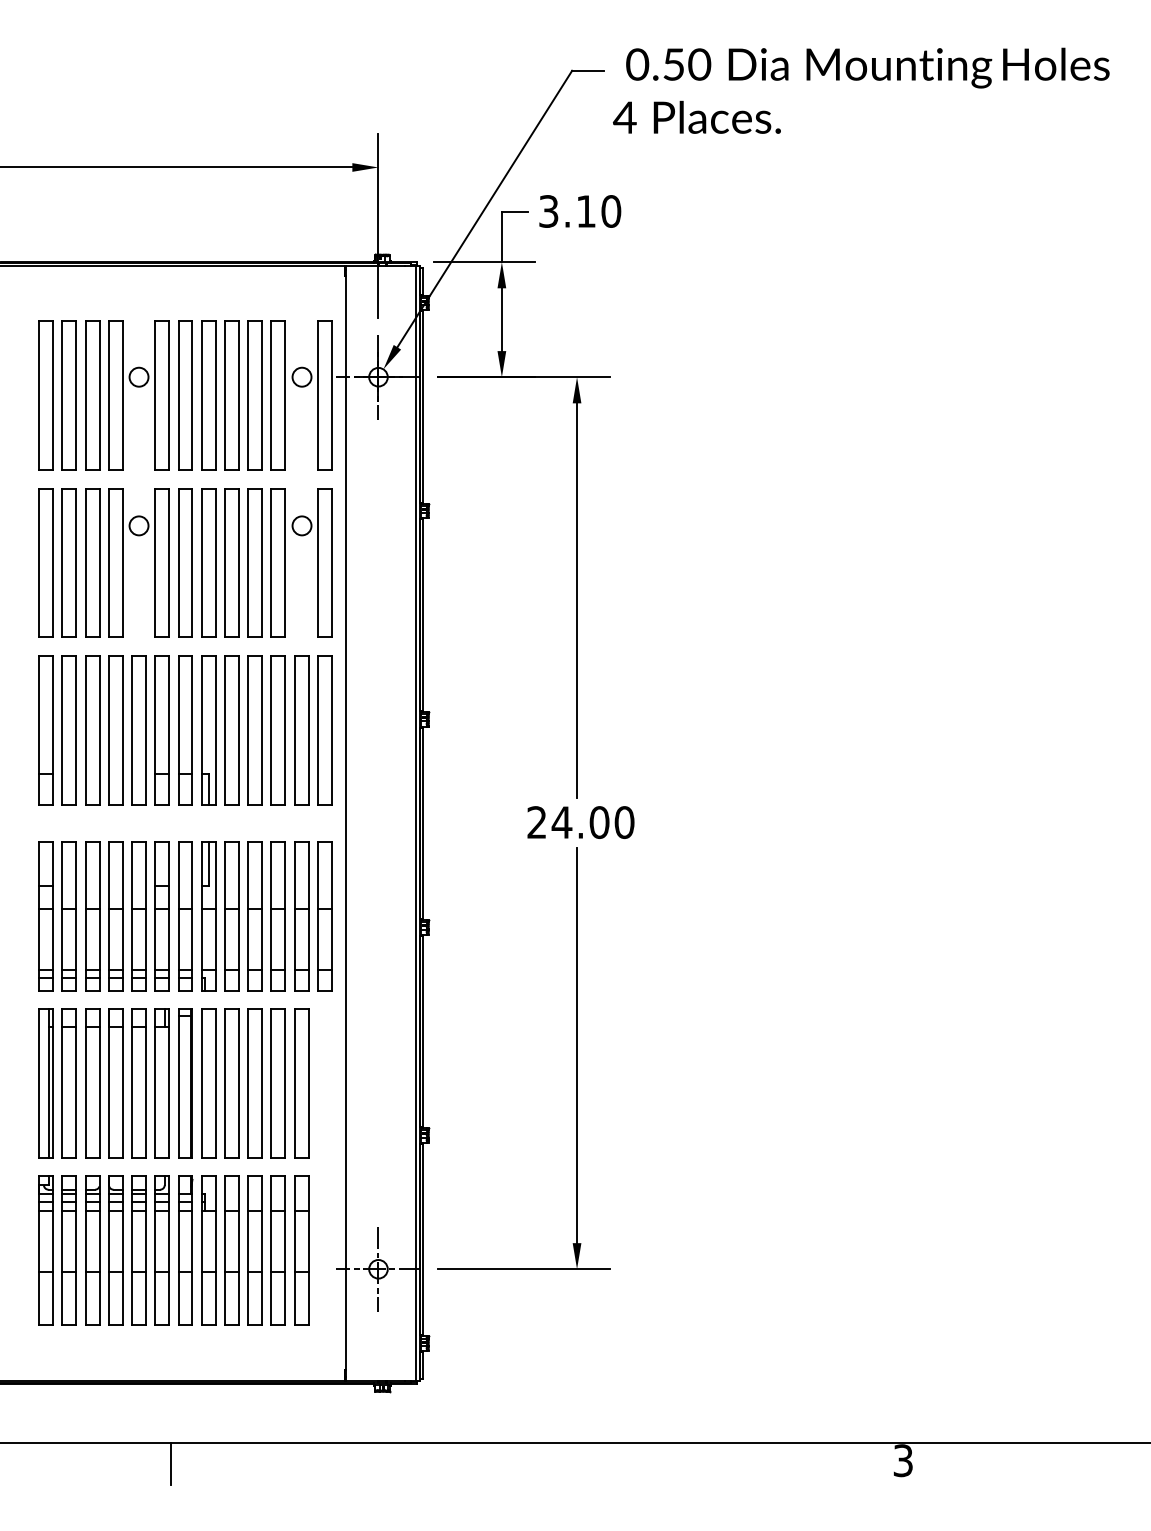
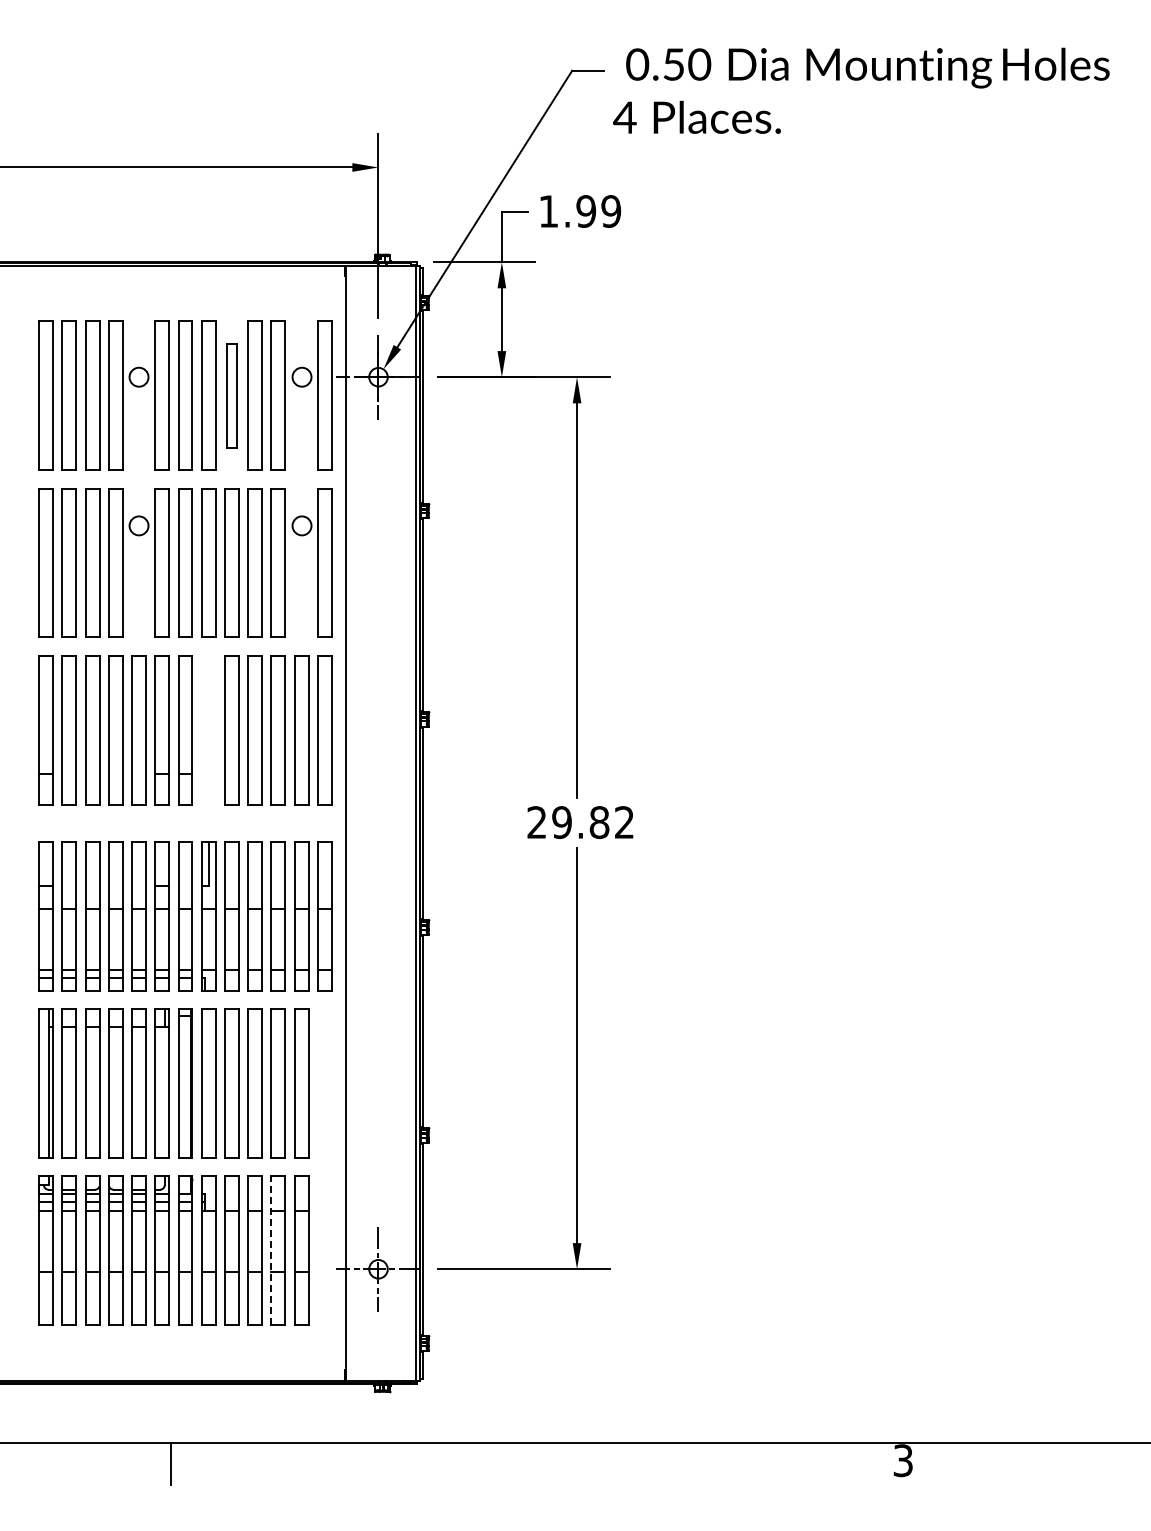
text at (580, 211): 3.10 -> 1.99
part at (231, 395) size: 16x151 px -> 12x106 px
part at (208, 730): present -> none
text at (592, 822): 24.00 -> 29.82
line at (271, 1250): solid -> dashed
